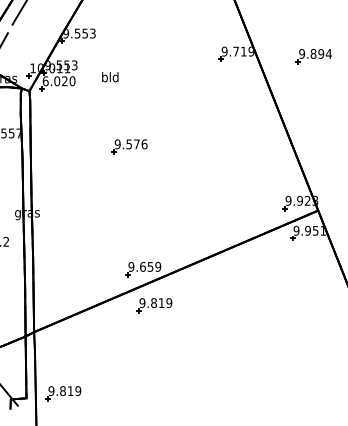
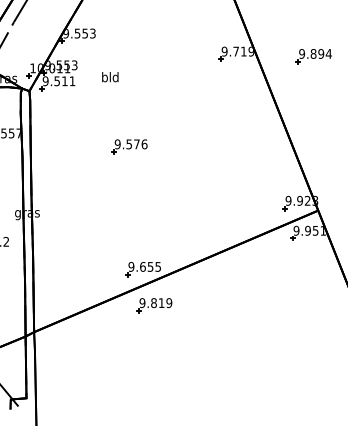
text at (58, 81): 6.020 -> 9.511
text at (158, 266): 9.659 -> 9.655
part at (63, 393): present -> none
